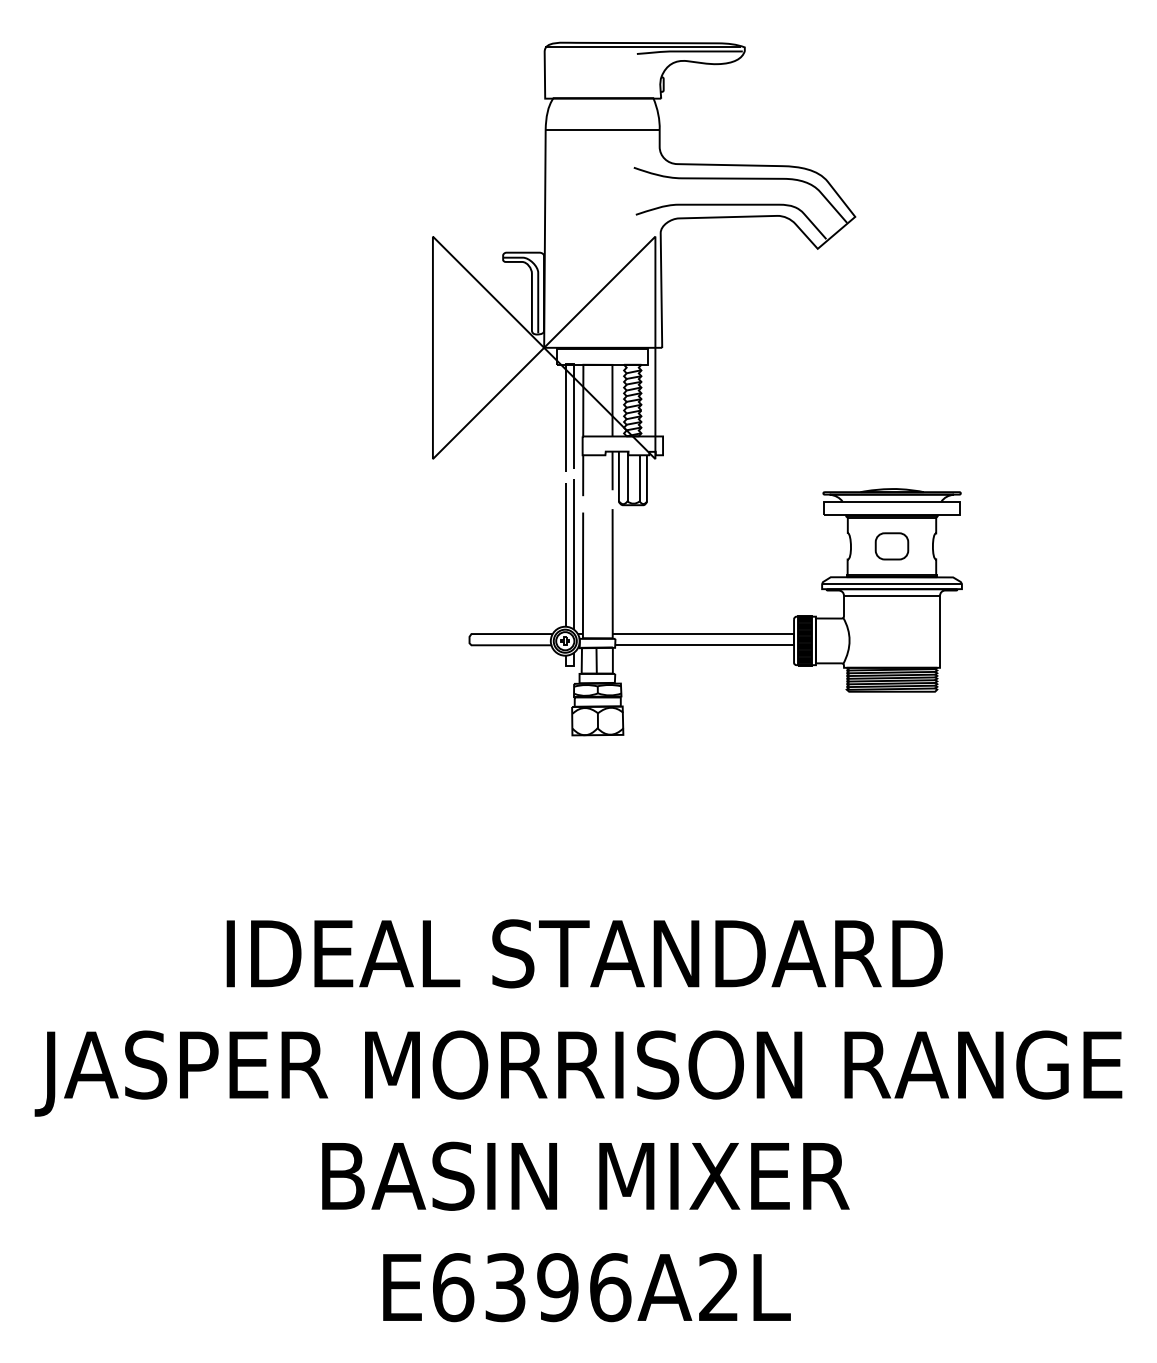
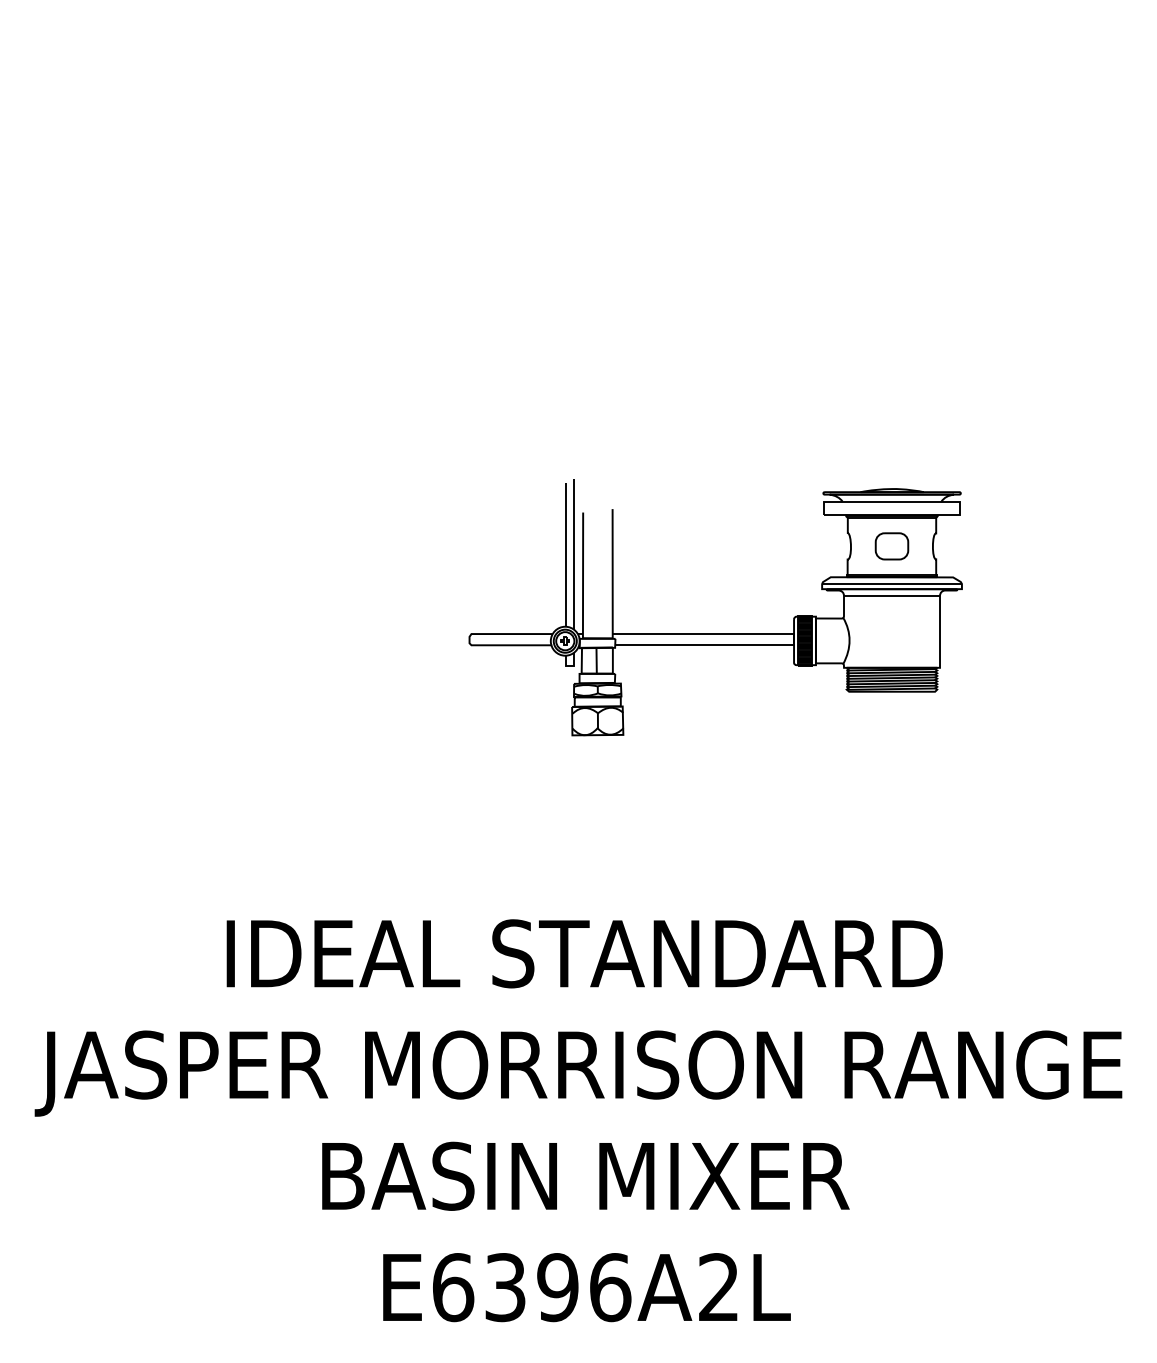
part at (644, 273): present -> none
